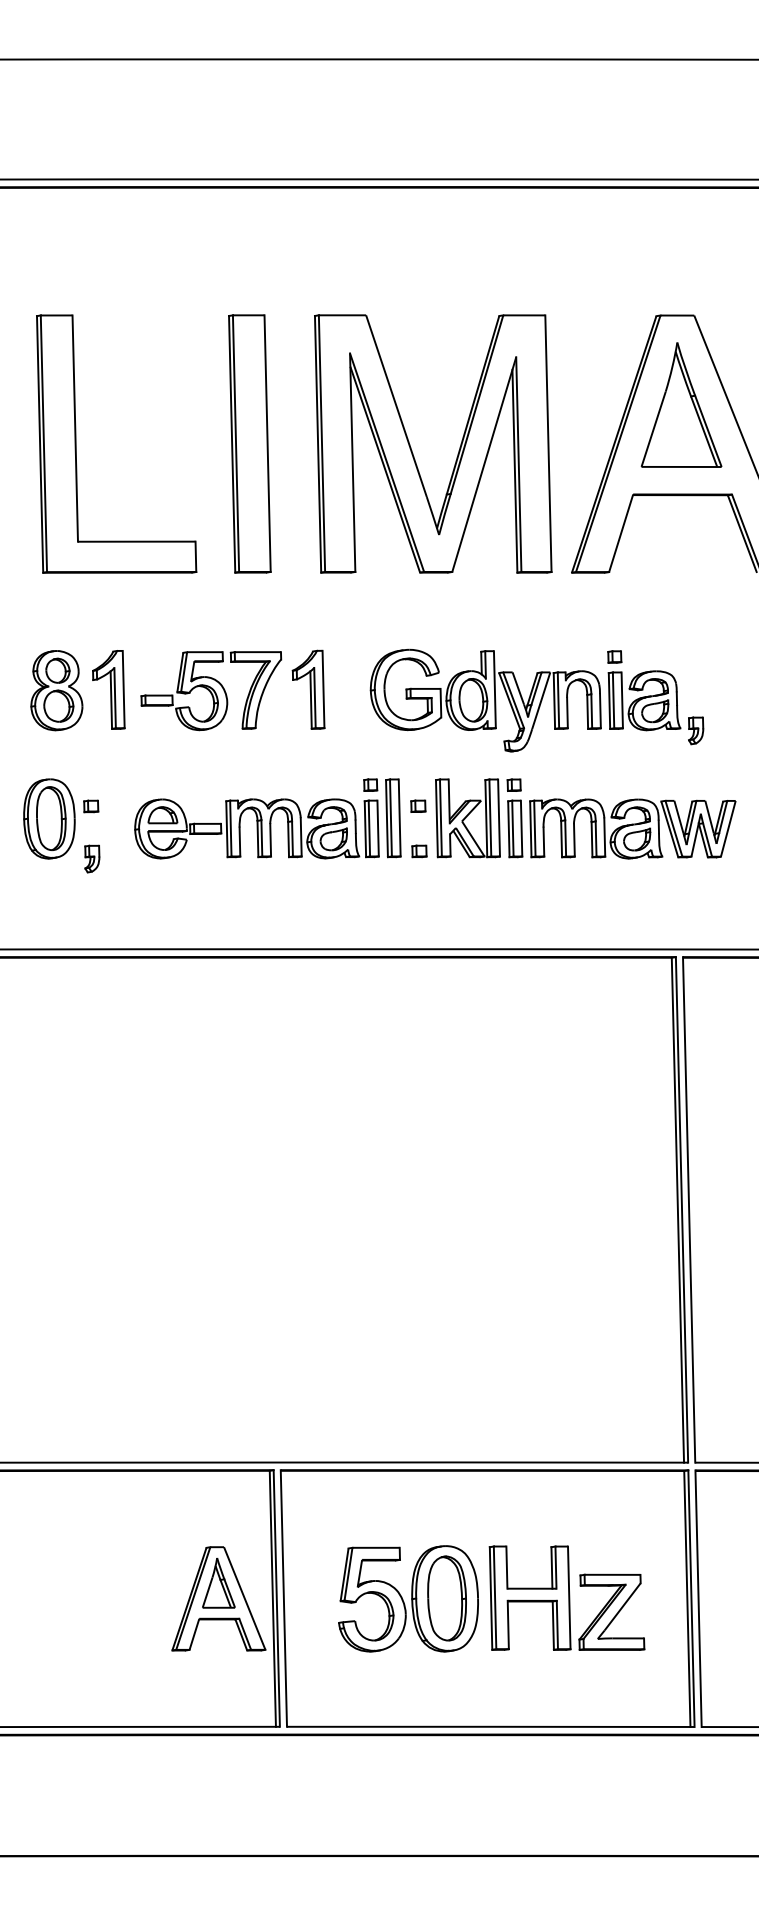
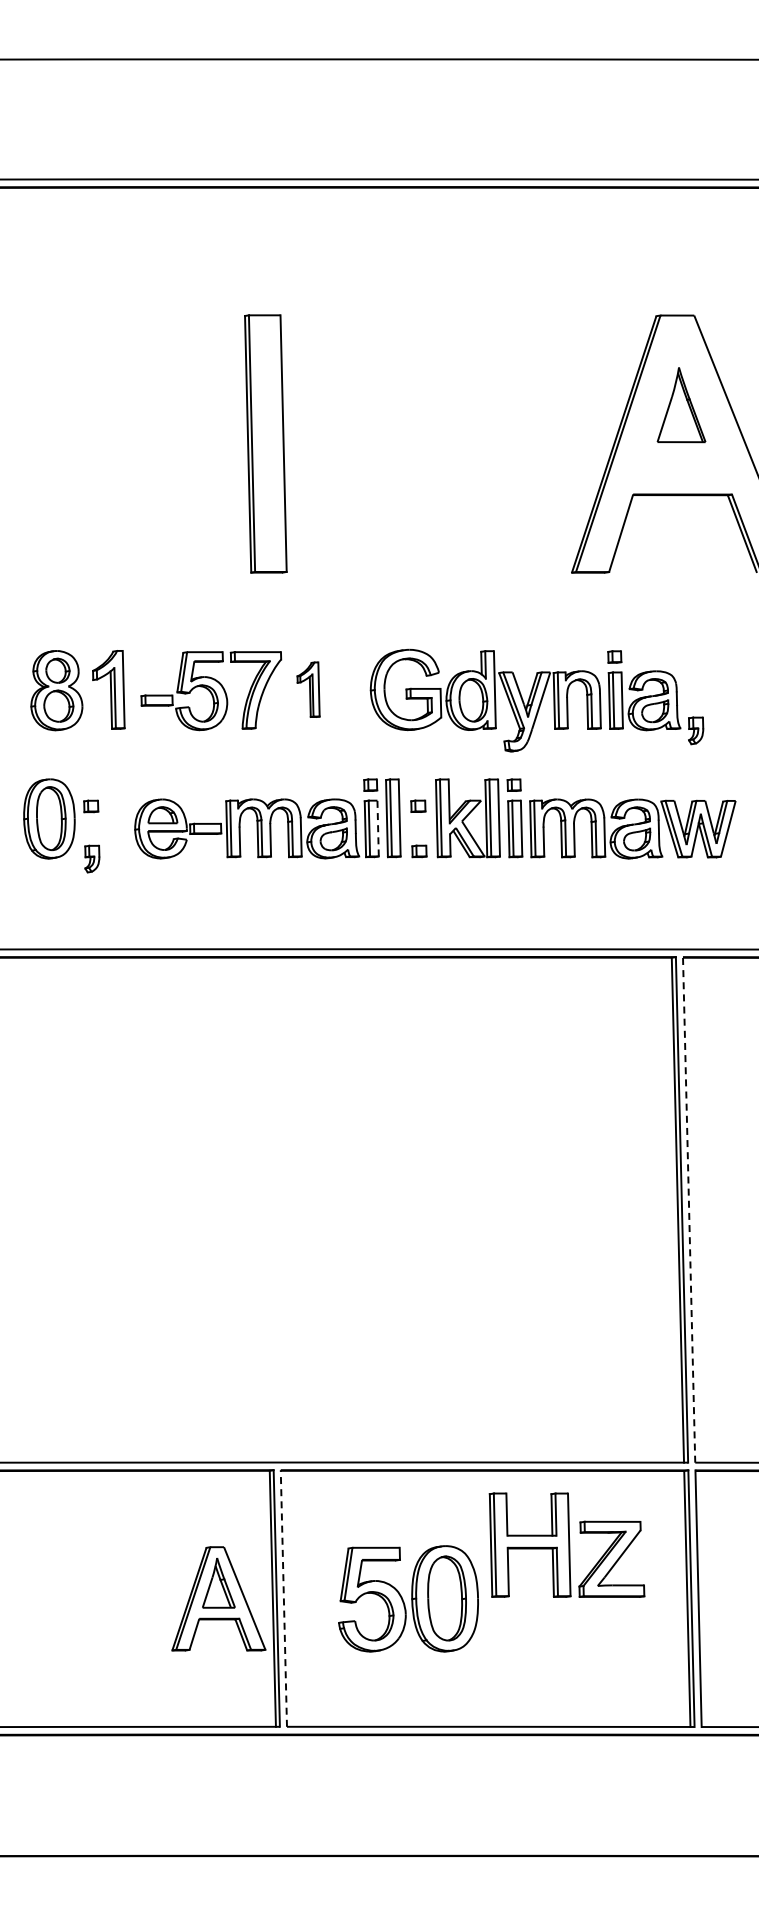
part at (681, 404) size: 83x126 px -> 51x77 px
part at (76, 443): present -> none
part at (249, 443) position: (249, 443) -> (265, 443)
part at (412, 450): present -> none
part at (308, 689) size: 35x81 px -> 25x57 px
line at (378, 828): solid -> dashed
line at (689, 1209): solid -> dashed
part at (566, 1597) position: (566, 1597) -> (566, 1544)
line at (283, 1598): solid -> dashed
